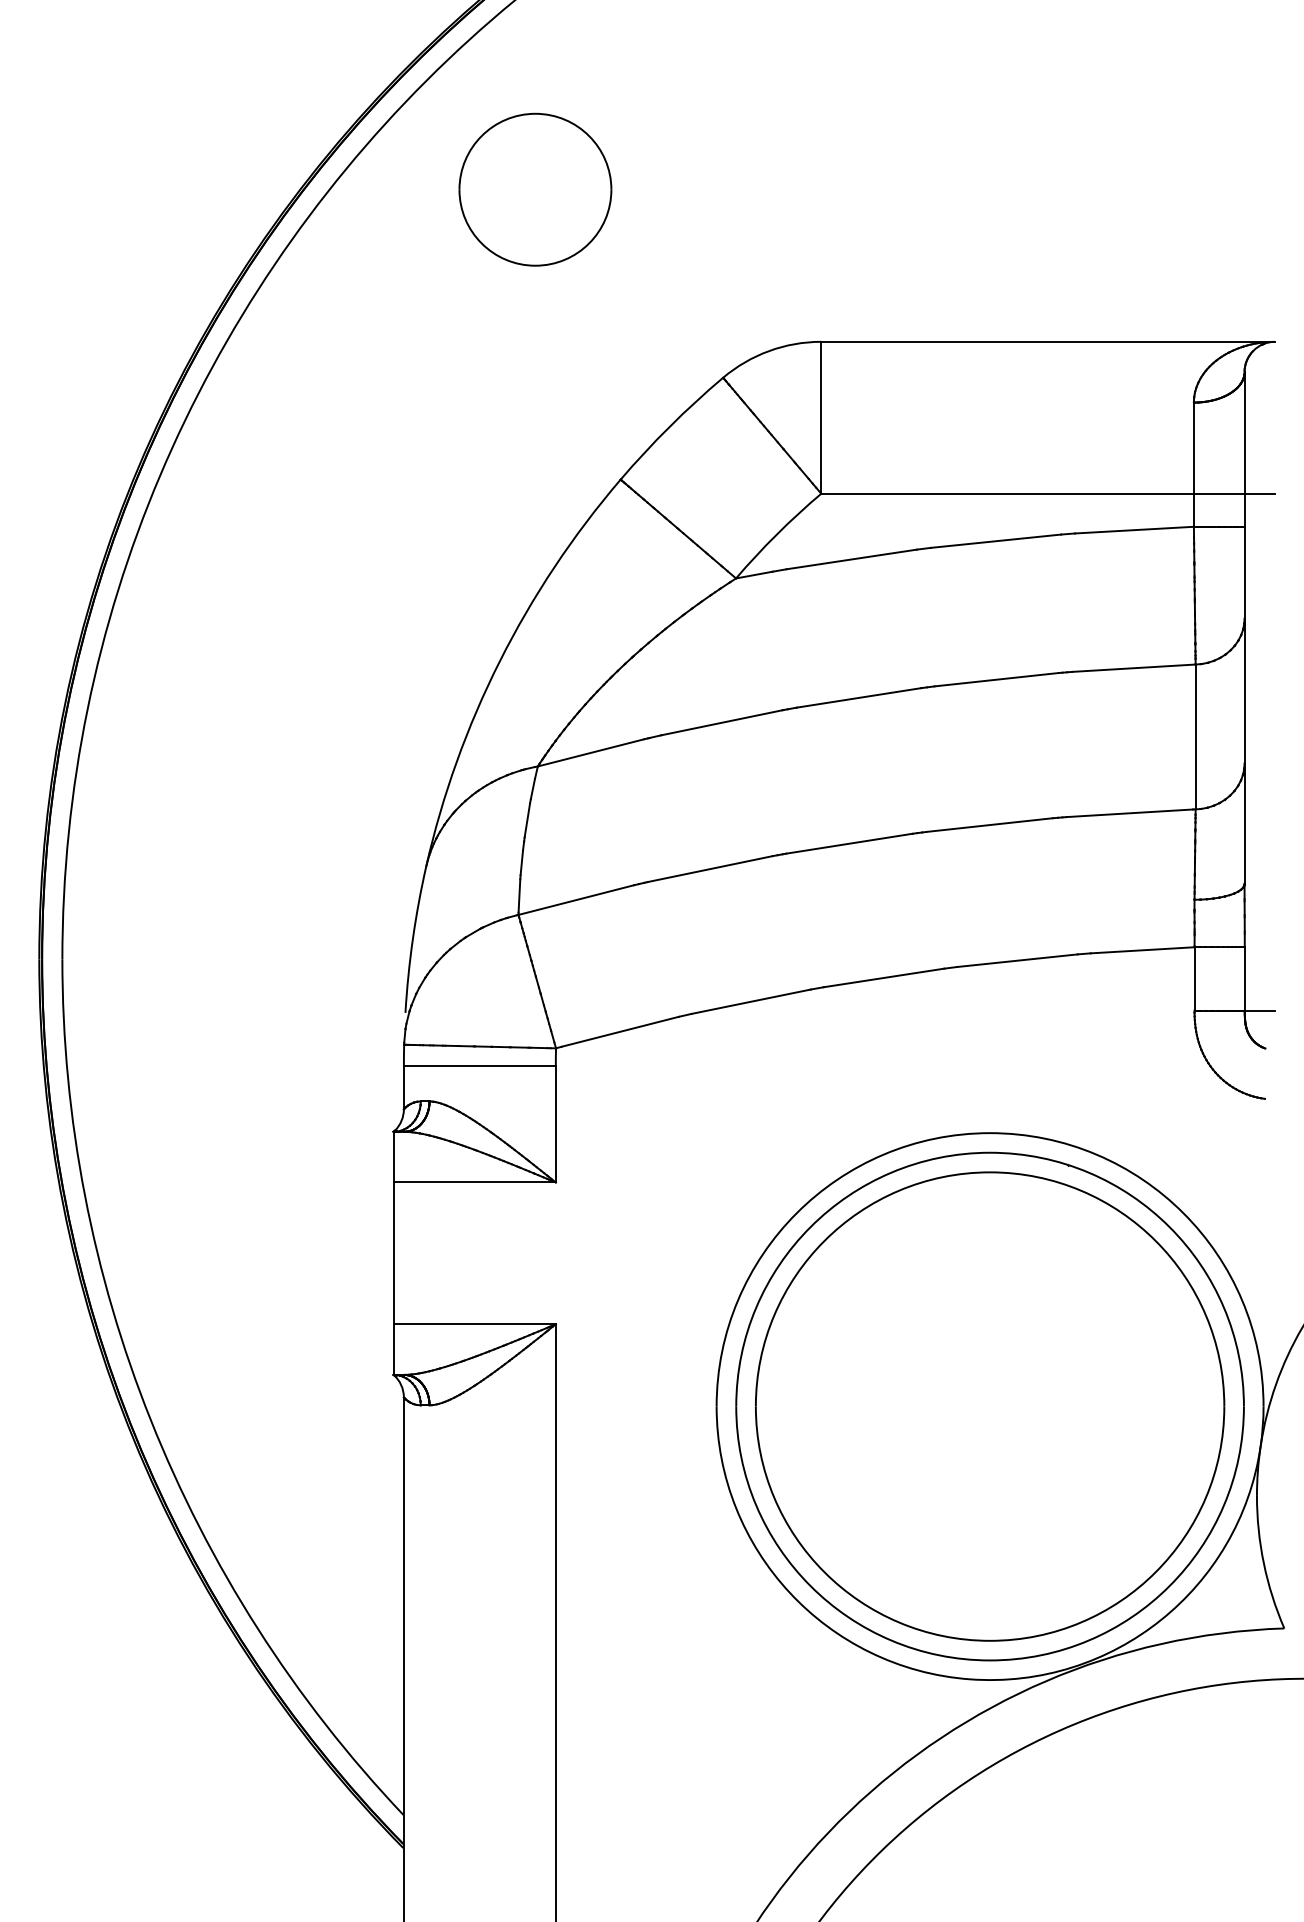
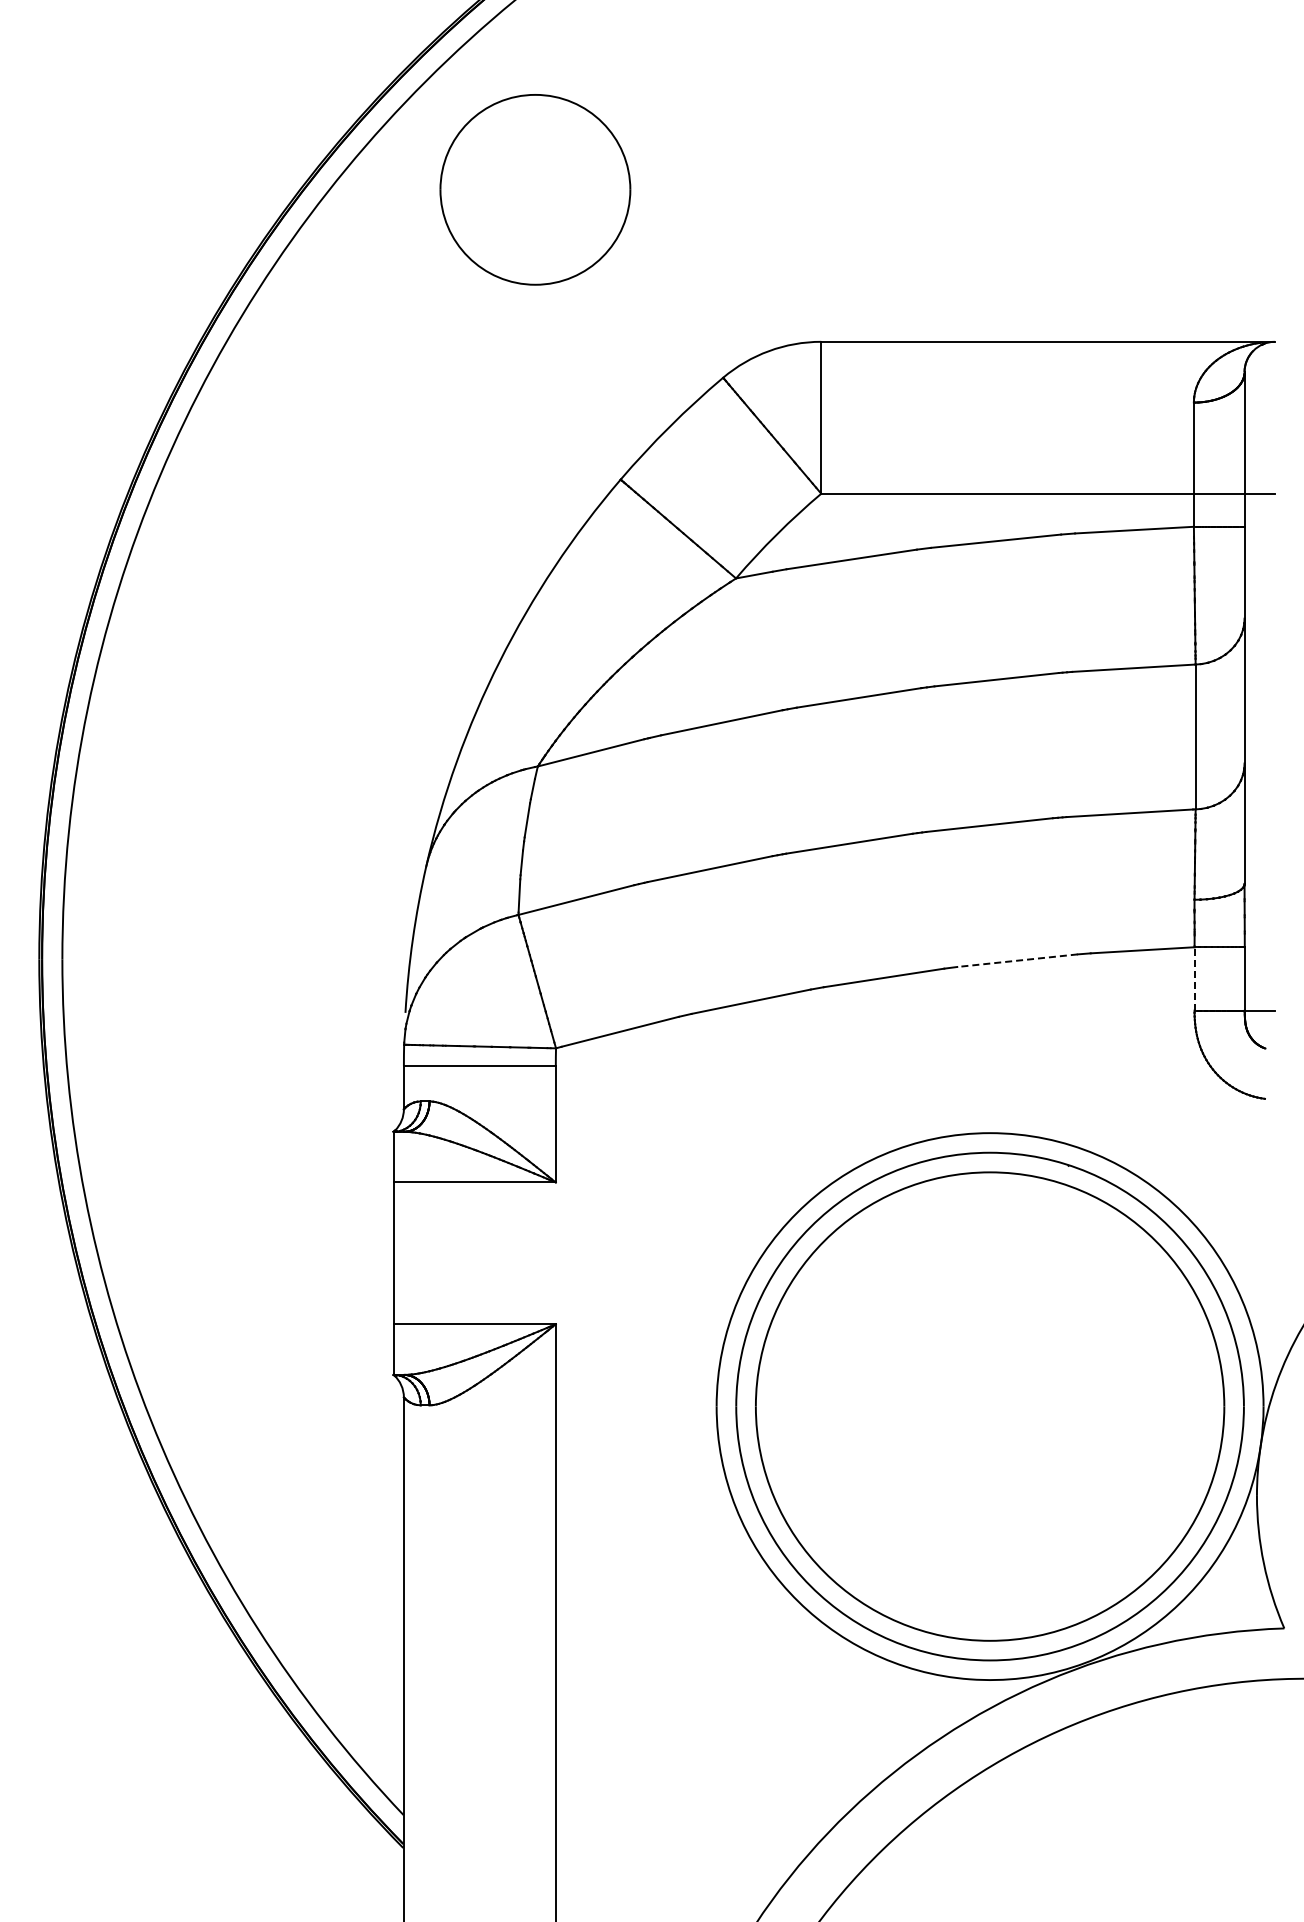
part at (535, 189) size: 155x155 px -> 193x192 px
line at (1017, 960): solid -> dashed
line at (1194, 978): solid -> dashed
